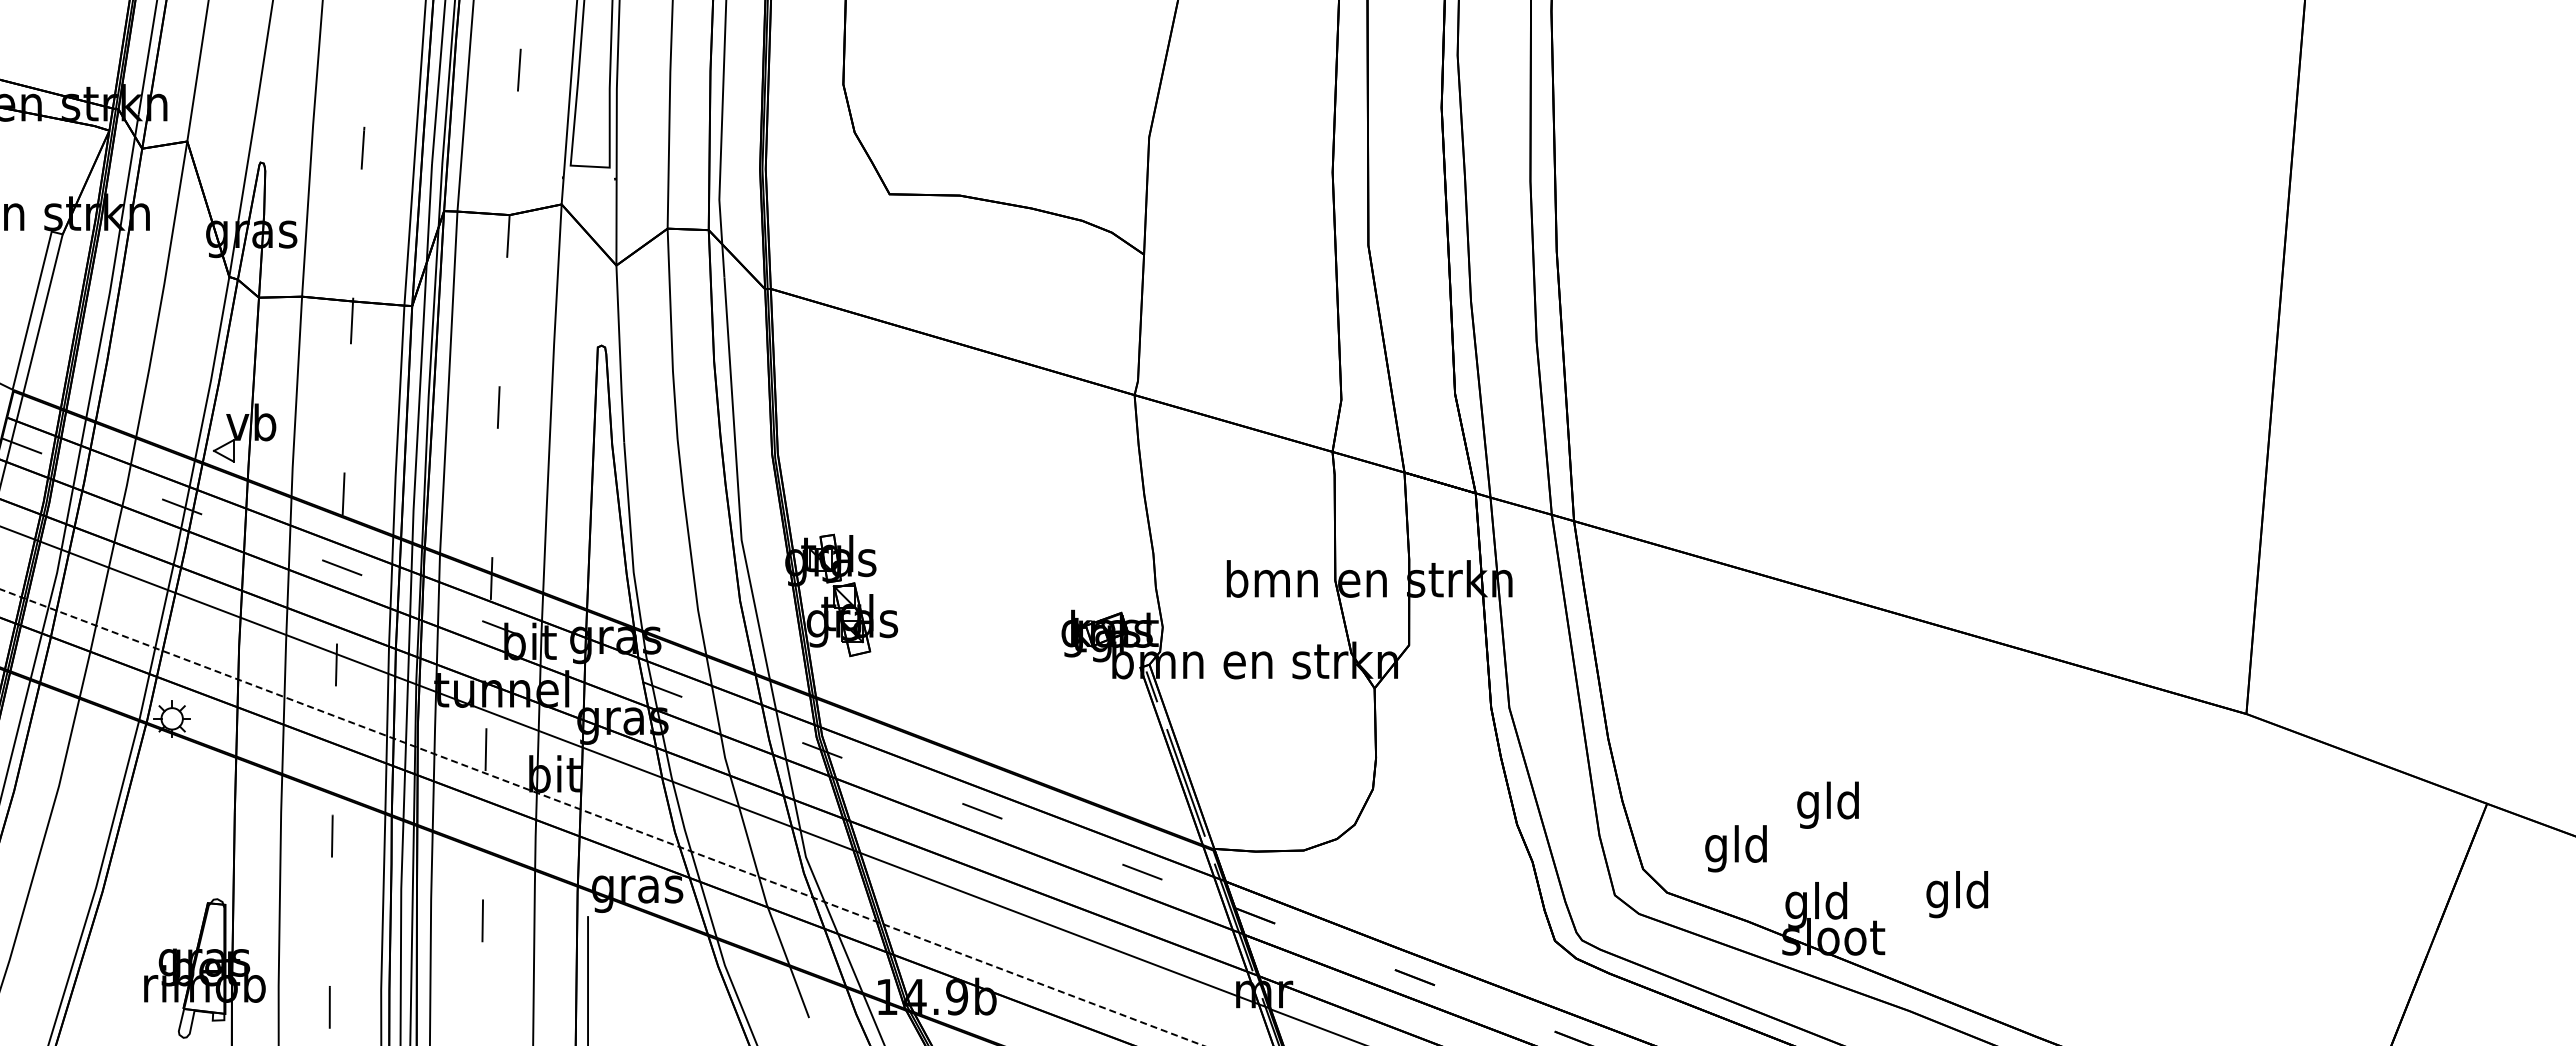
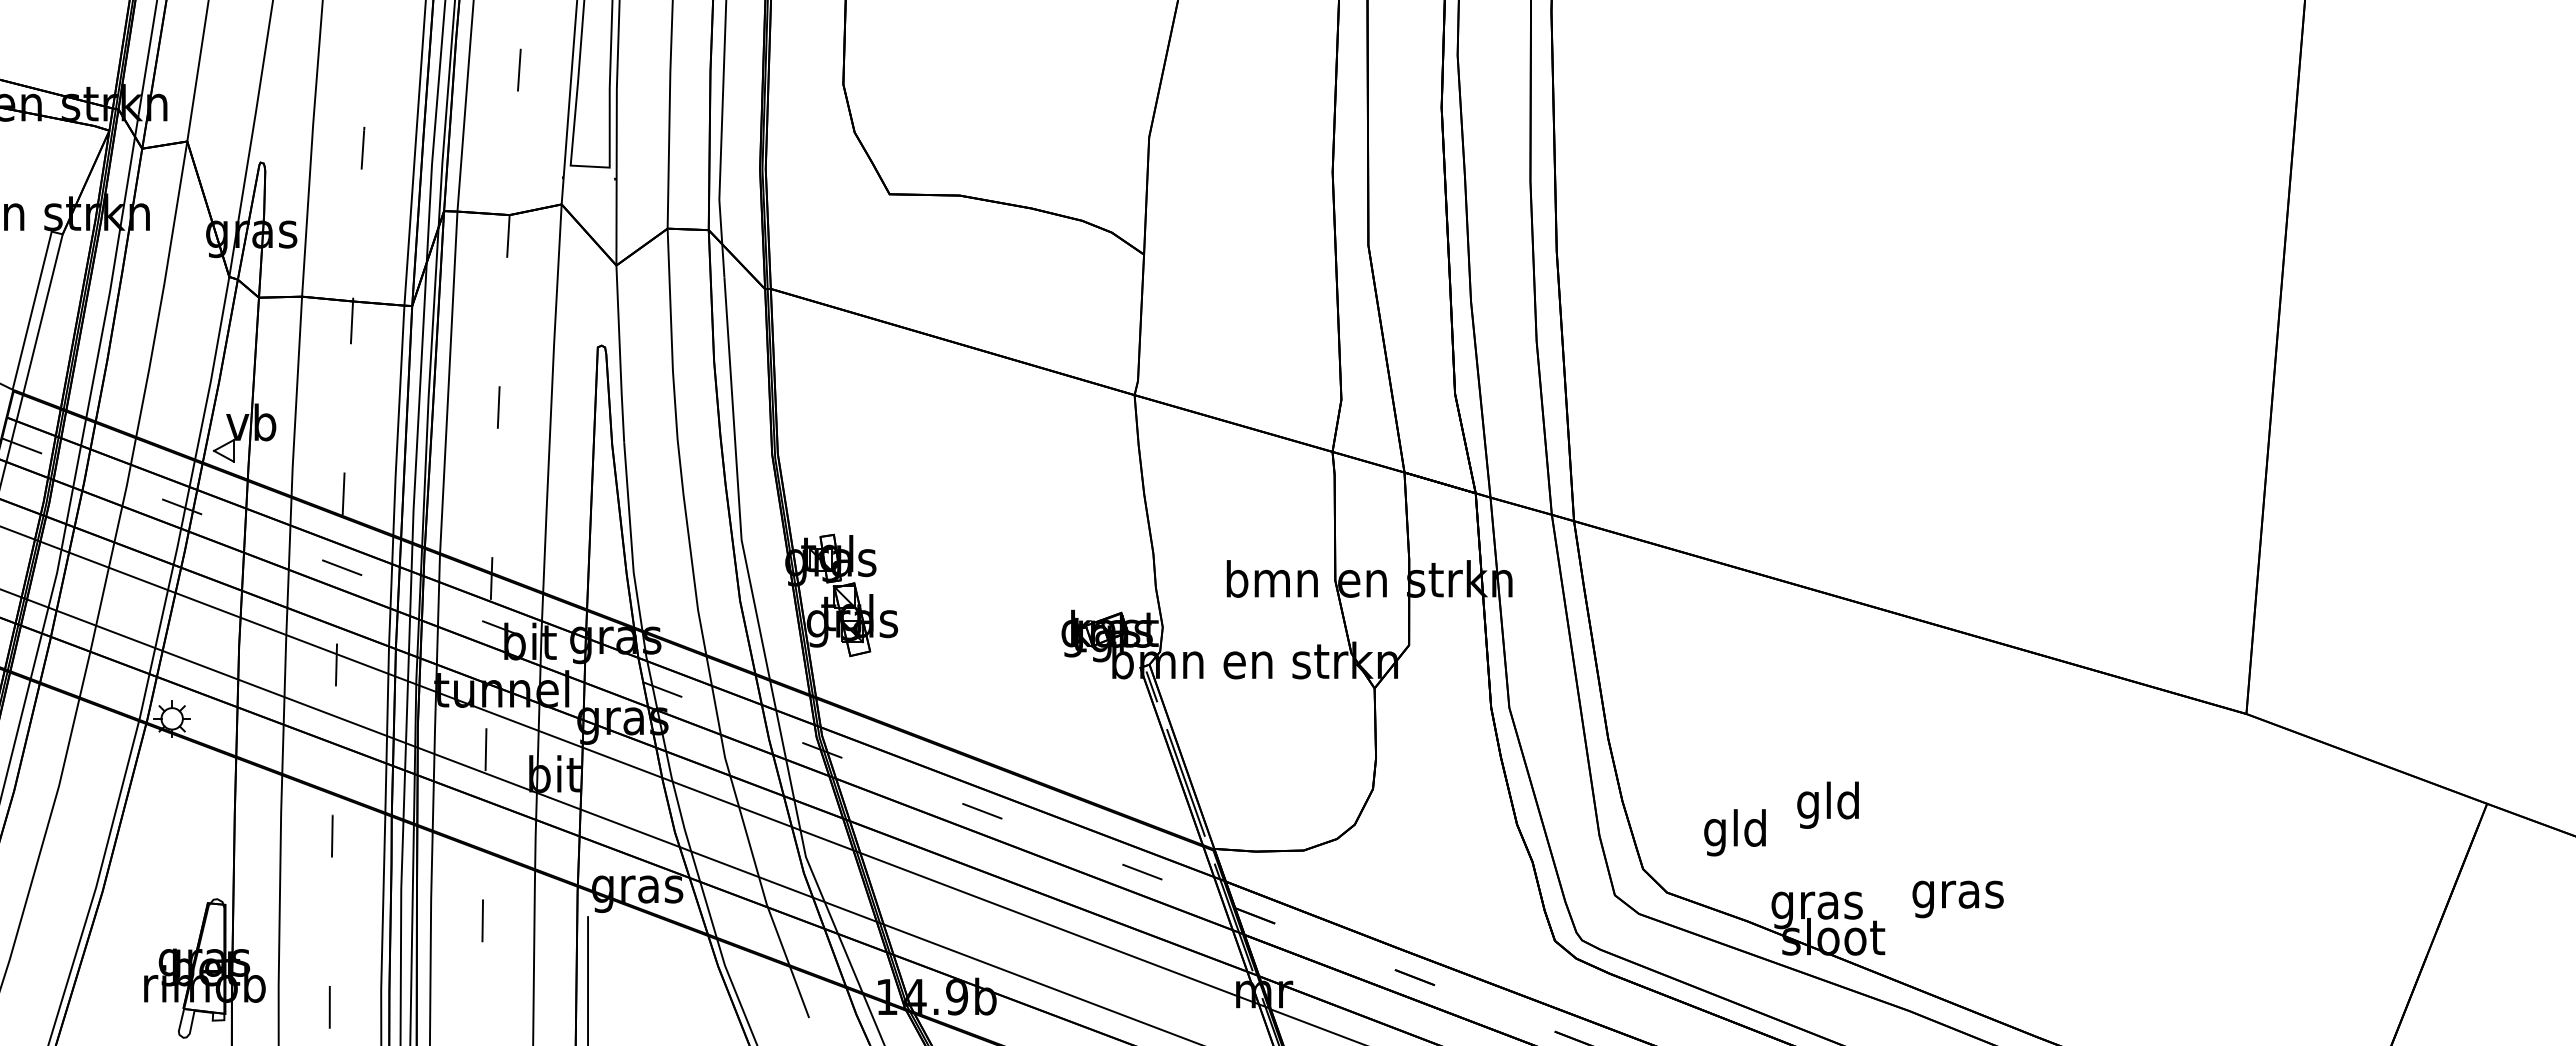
line at (602, 817): dashed -> solid
text at (1735, 848) position: (1735, 848) -> (1734, 832)
text at (1957, 894): gld -> gras
text at (1816, 905): gld -> gras
